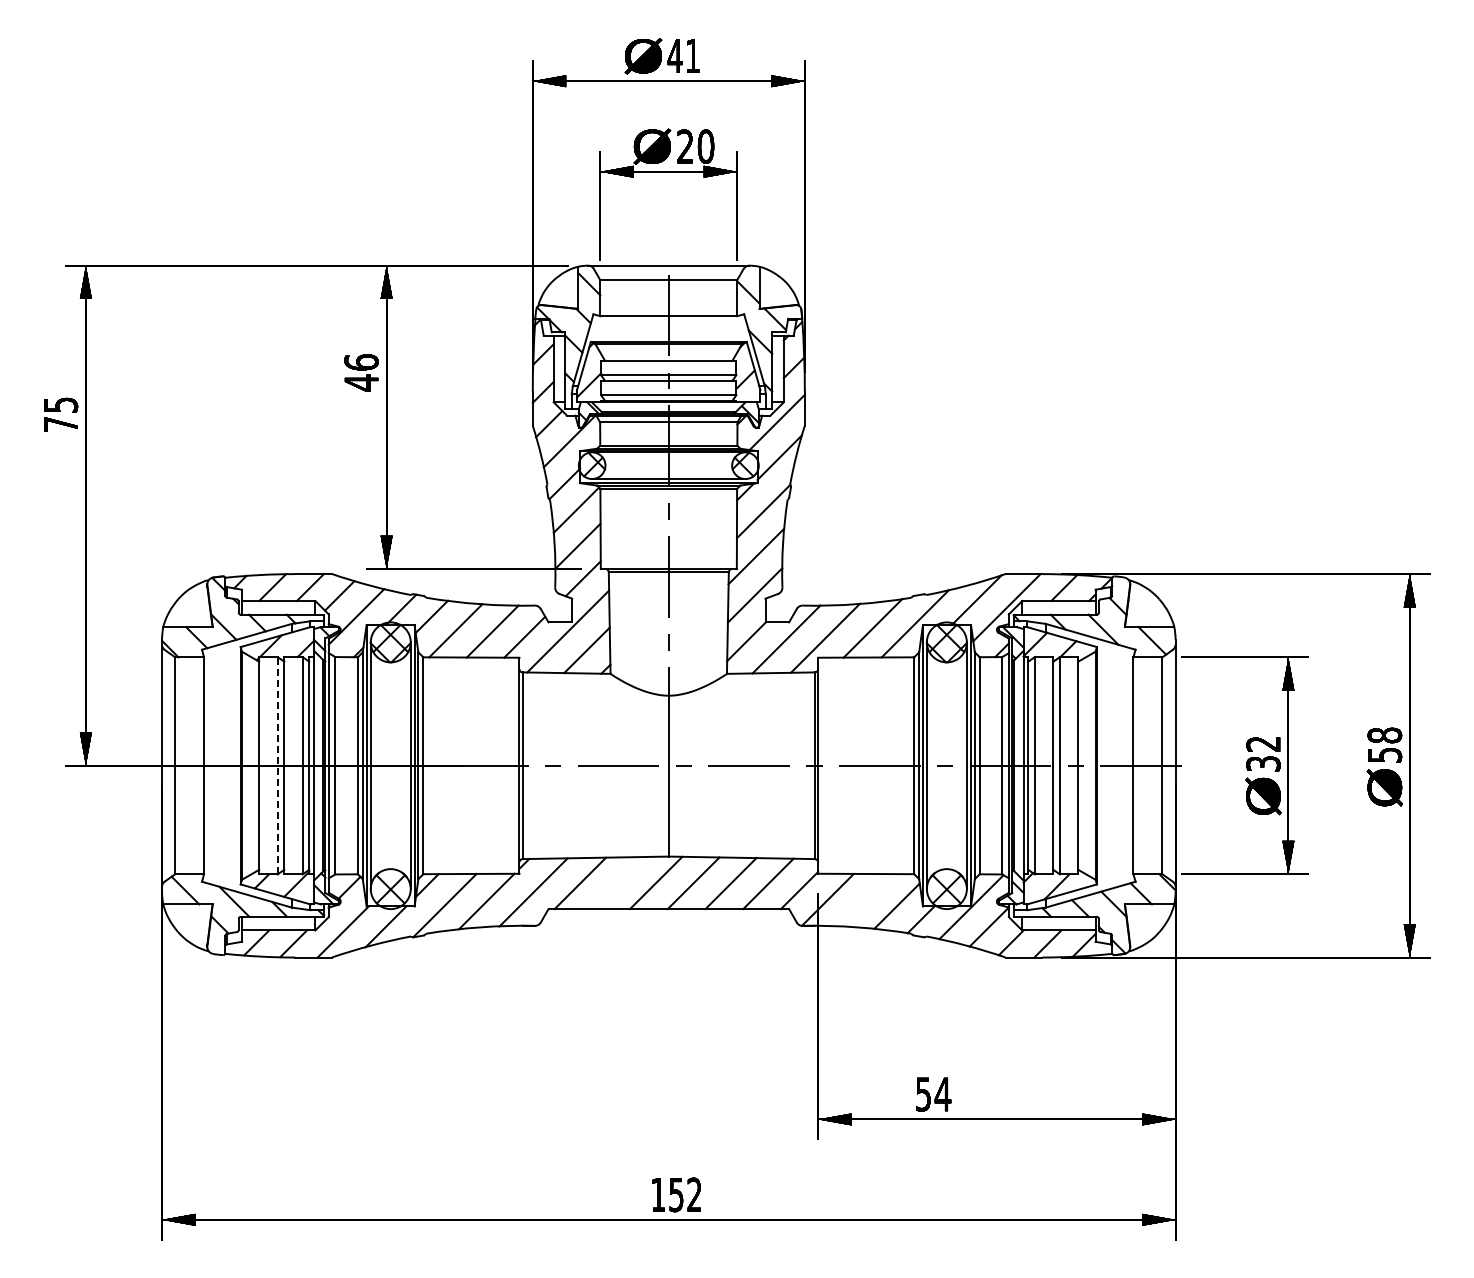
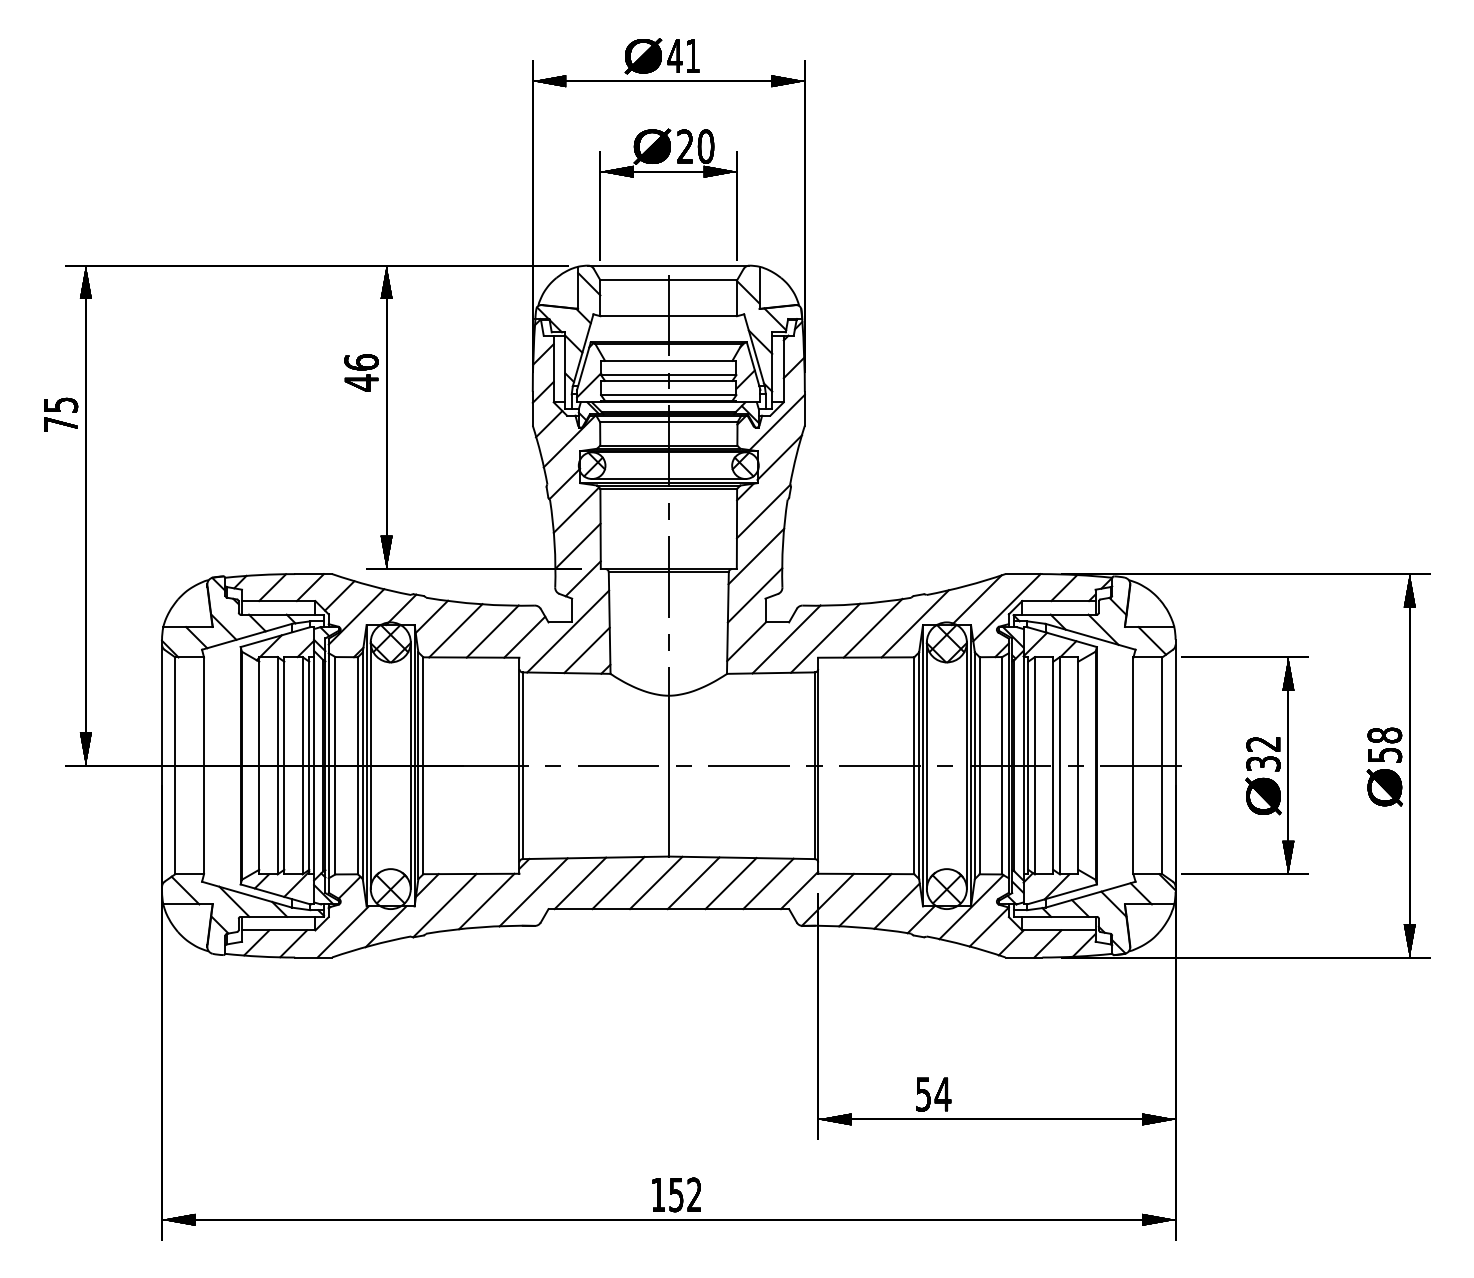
line at (277, 765): dashed -> solid
line at (618, 882): none -> present
line at (865, 900): none -> present
